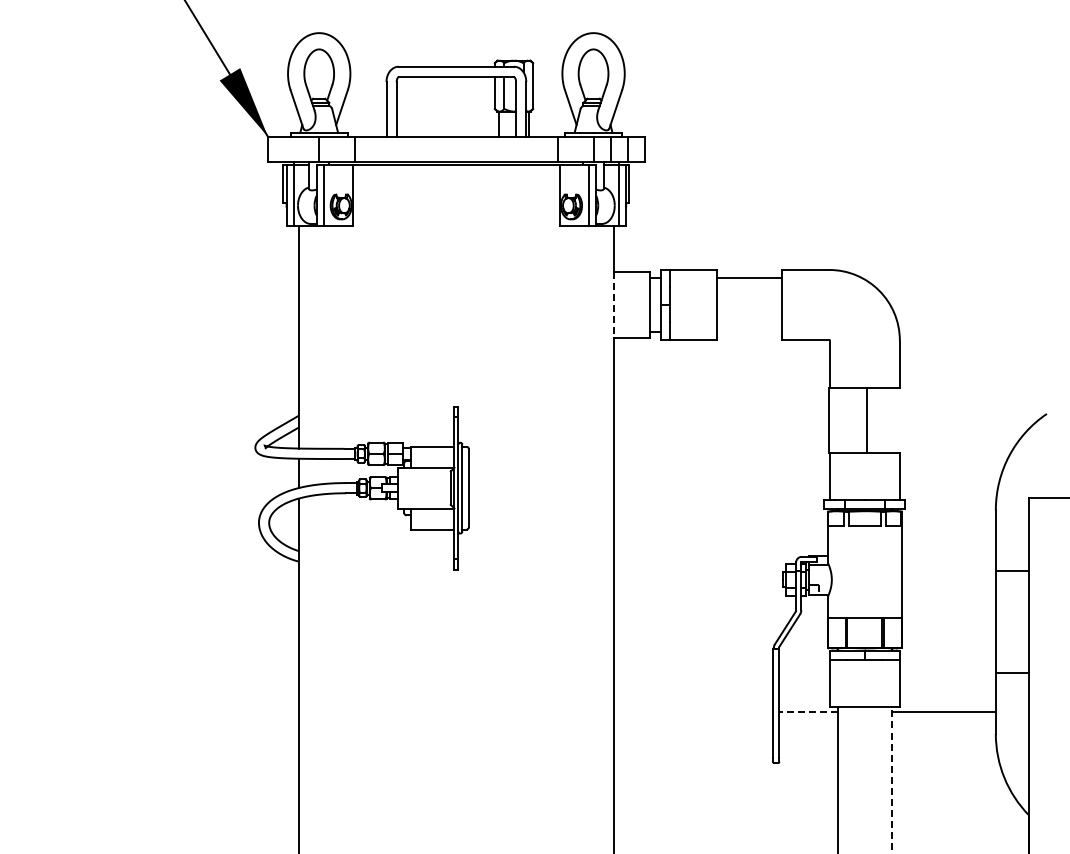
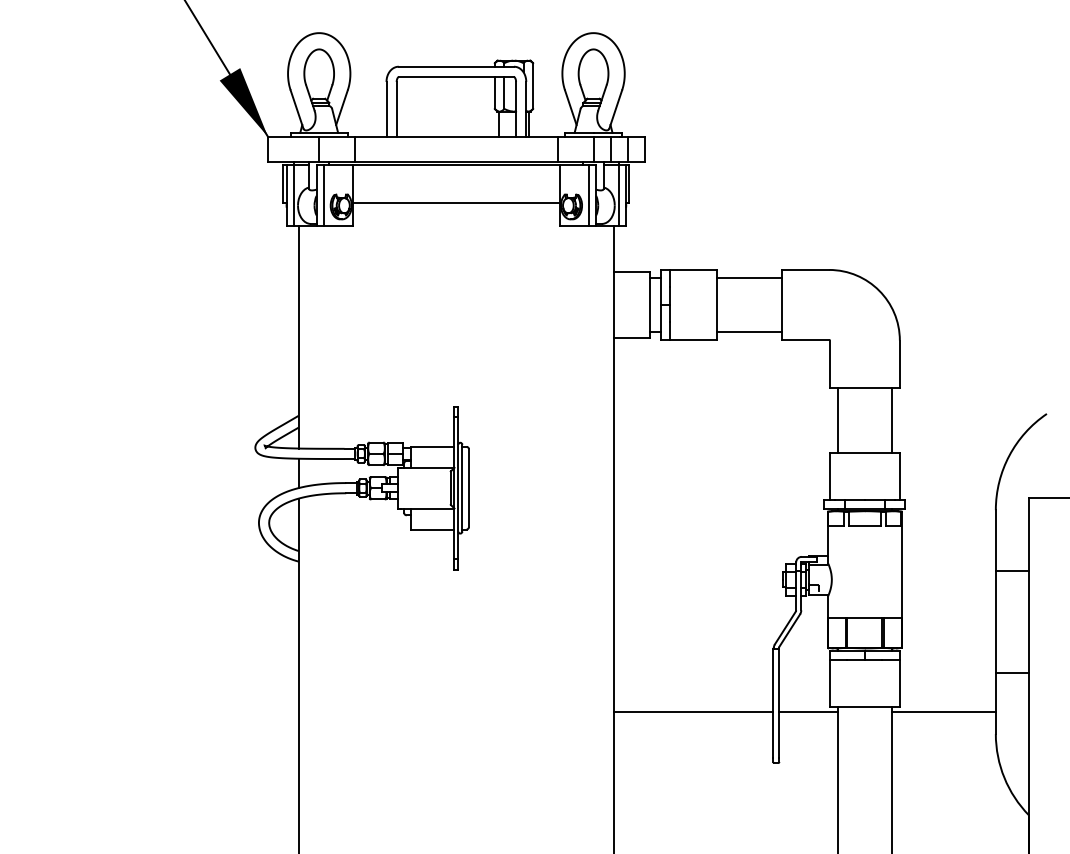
line at (456, 203): none -> present
line at (614, 305): dashed -> solid
line at (749, 331): none -> present
line at (829, 419) position: (829, 419) -> (838, 419)
line at (866, 419) position: (866, 419) -> (891, 419)
line at (693, 712): none -> present
line at (808, 712): dashed -> solid
line at (891, 779): dashed -> solid
